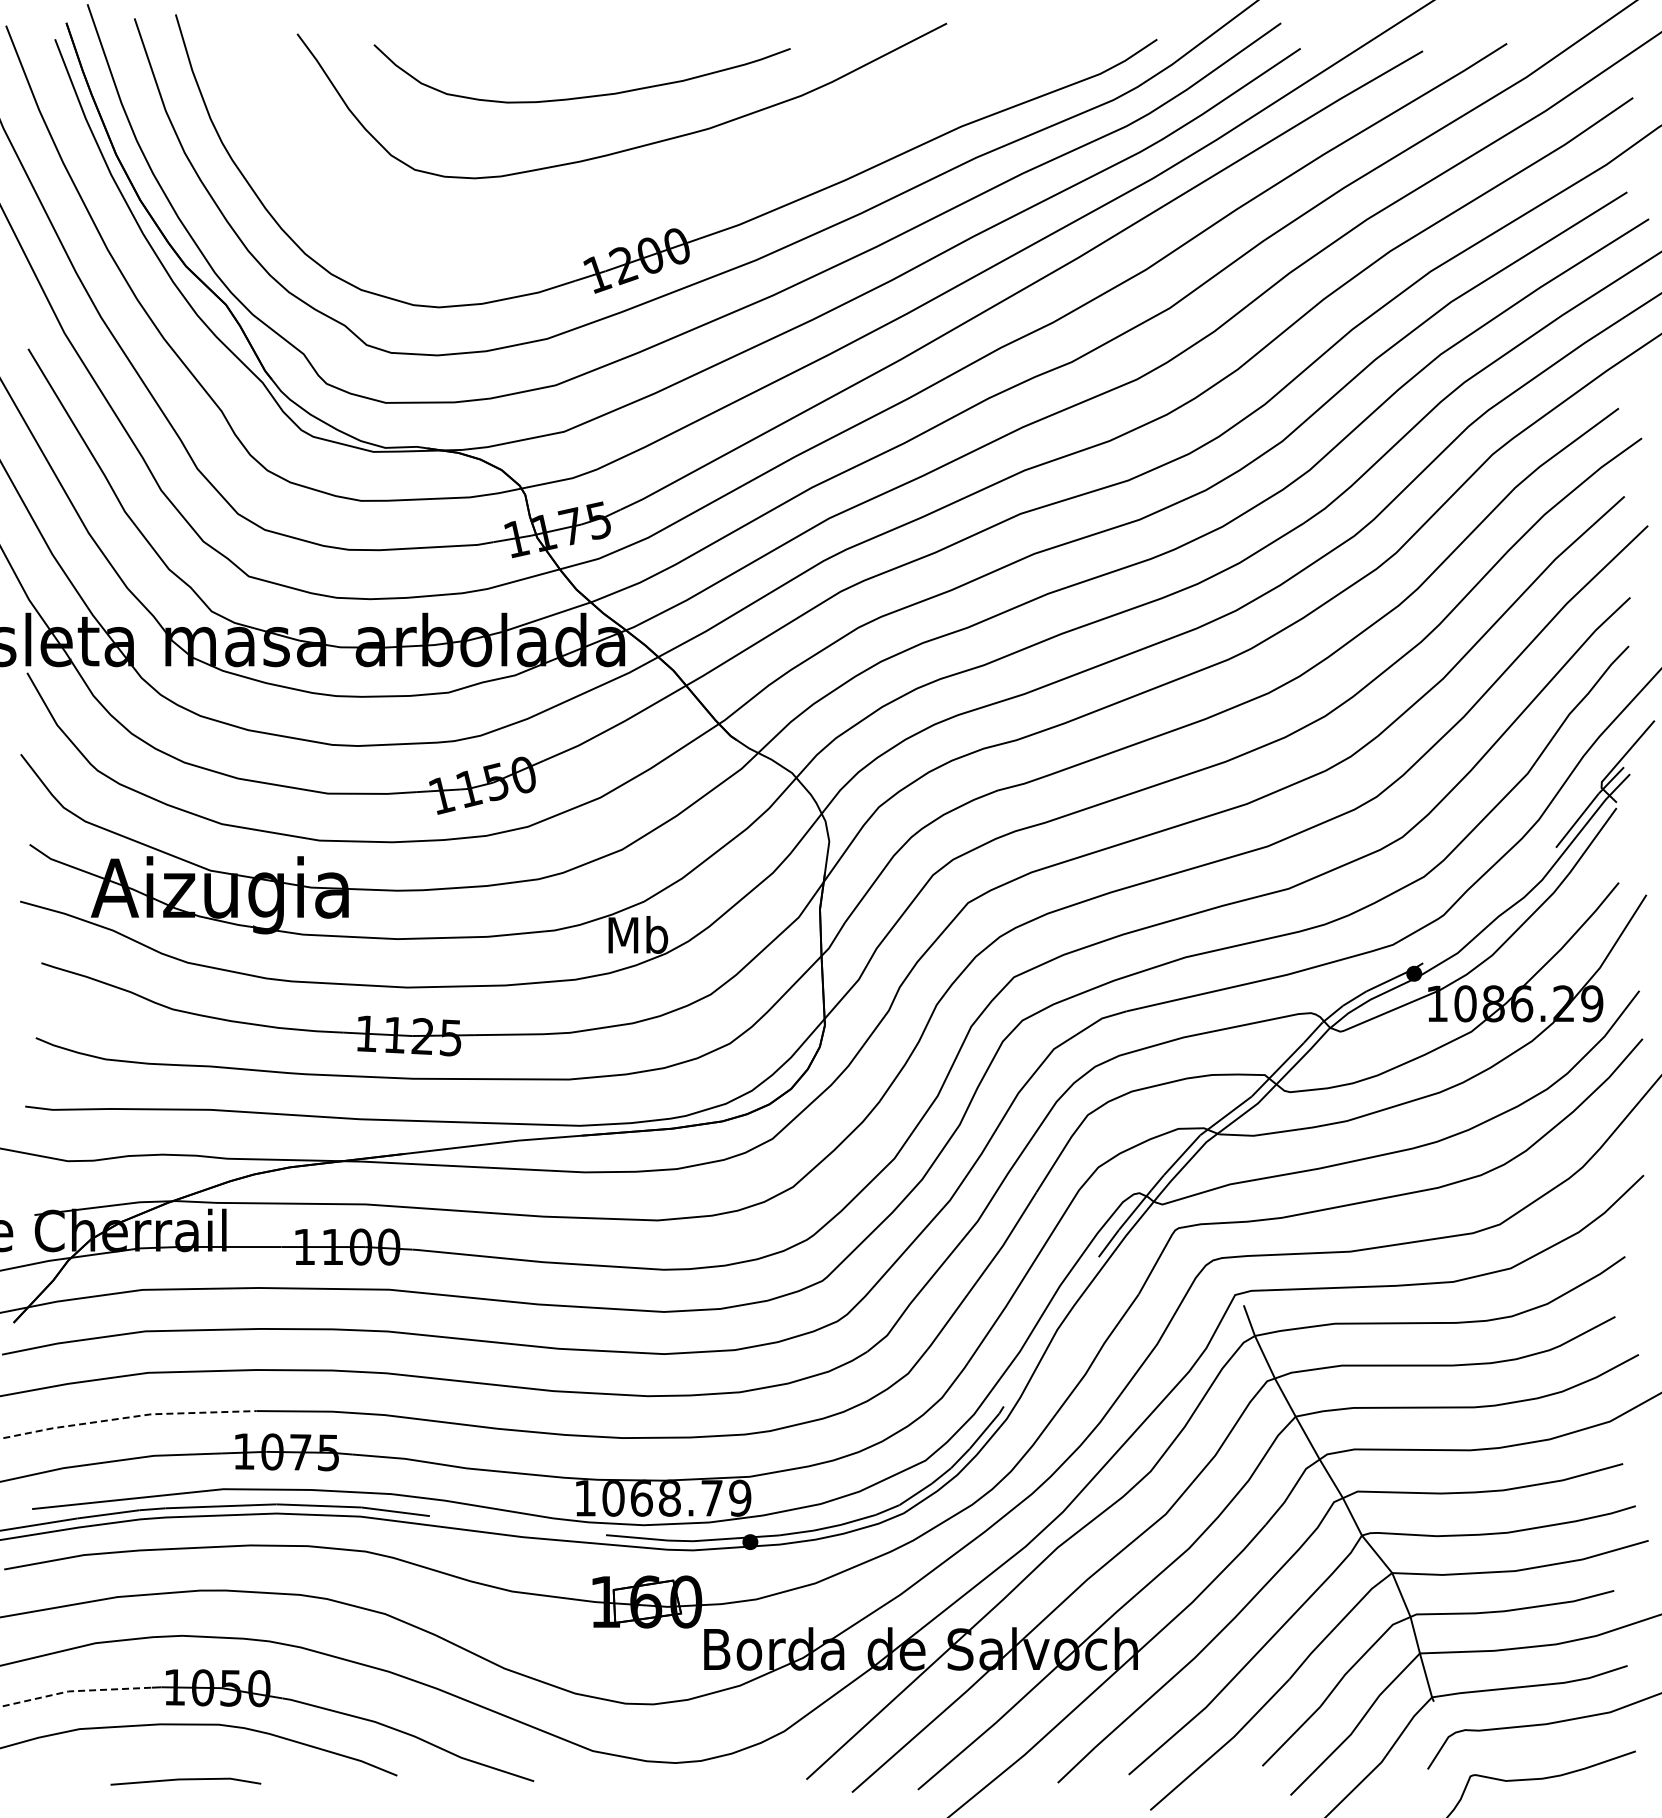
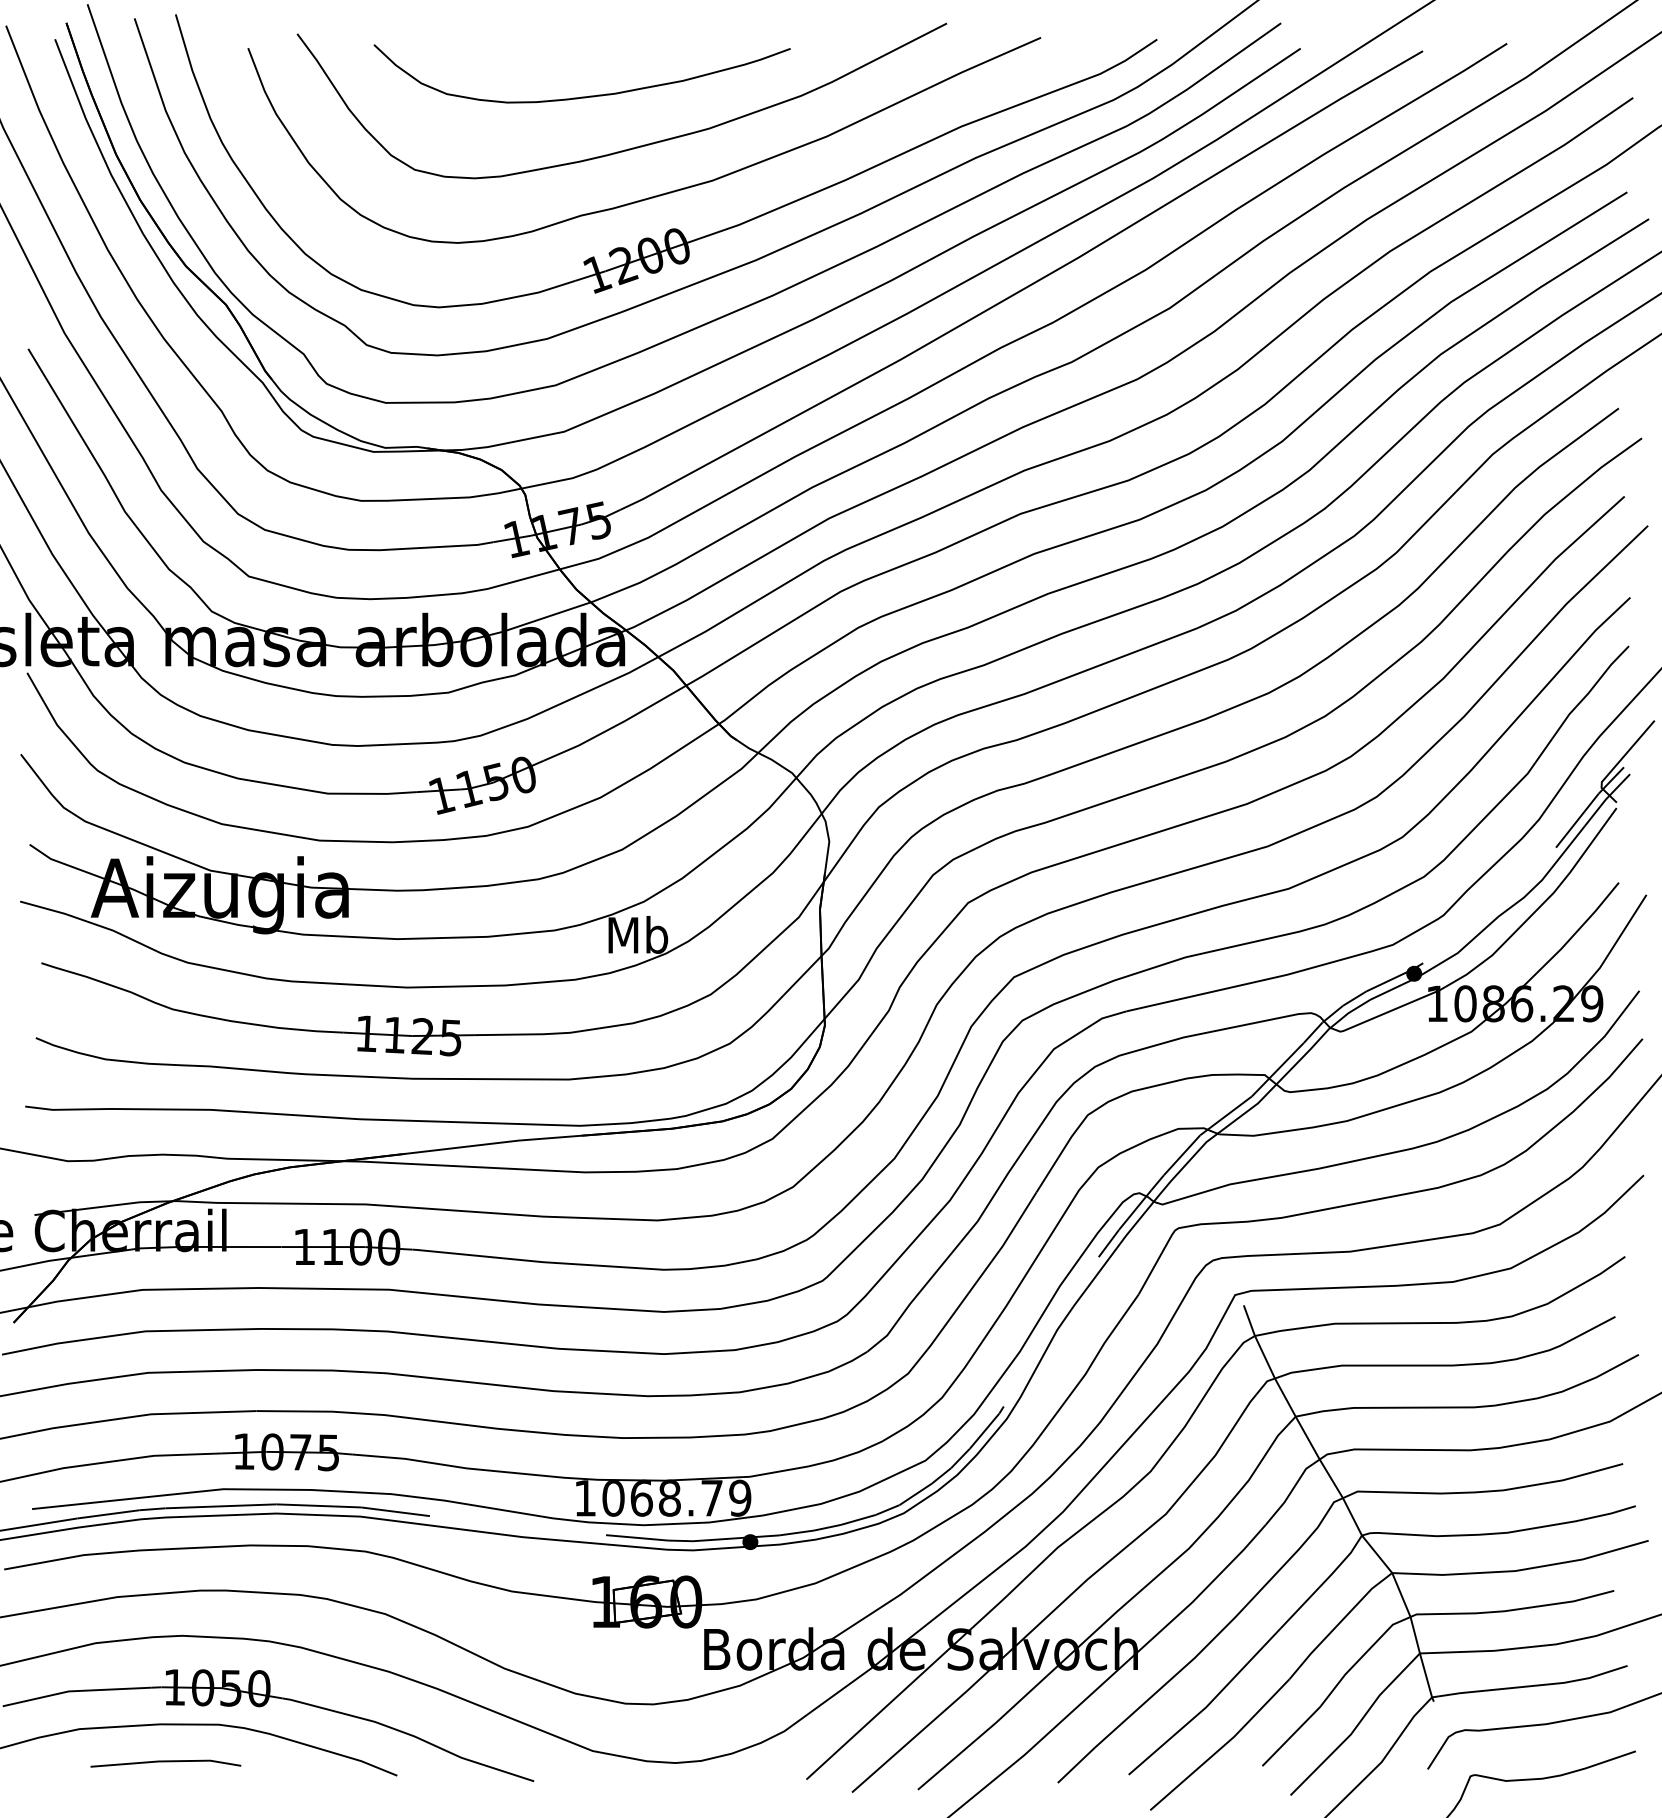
curve at (658, 194): none -> present
line at (127, 1417): dashed -> solid
line at (76, 1691): dashed -> solid
line at (185, 1780) position: (185, 1780) -> (165, 1762)
